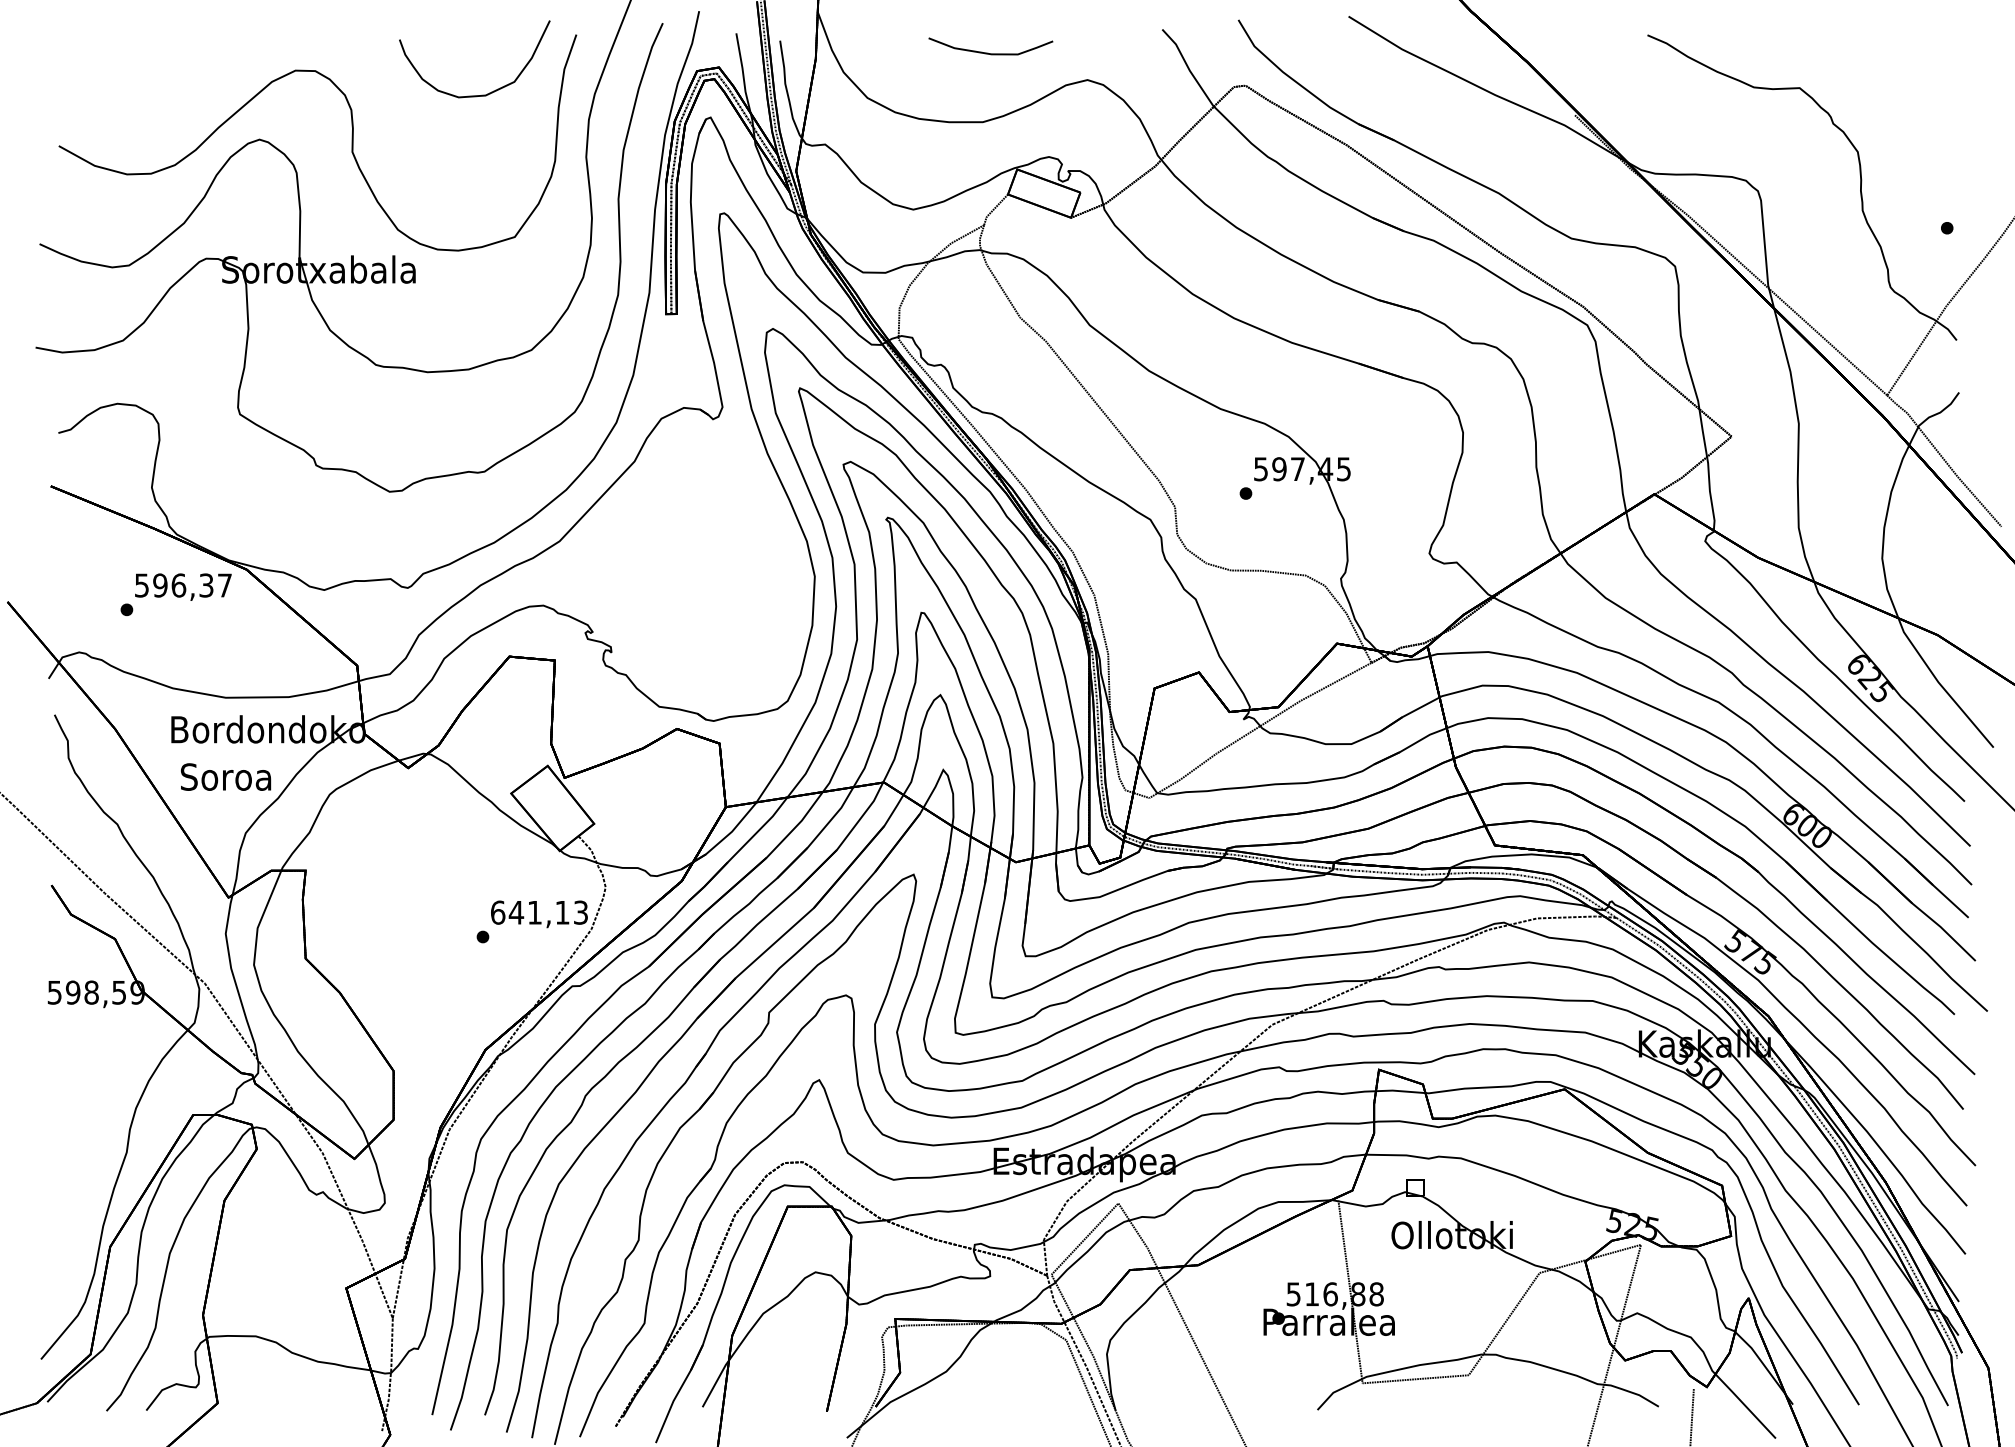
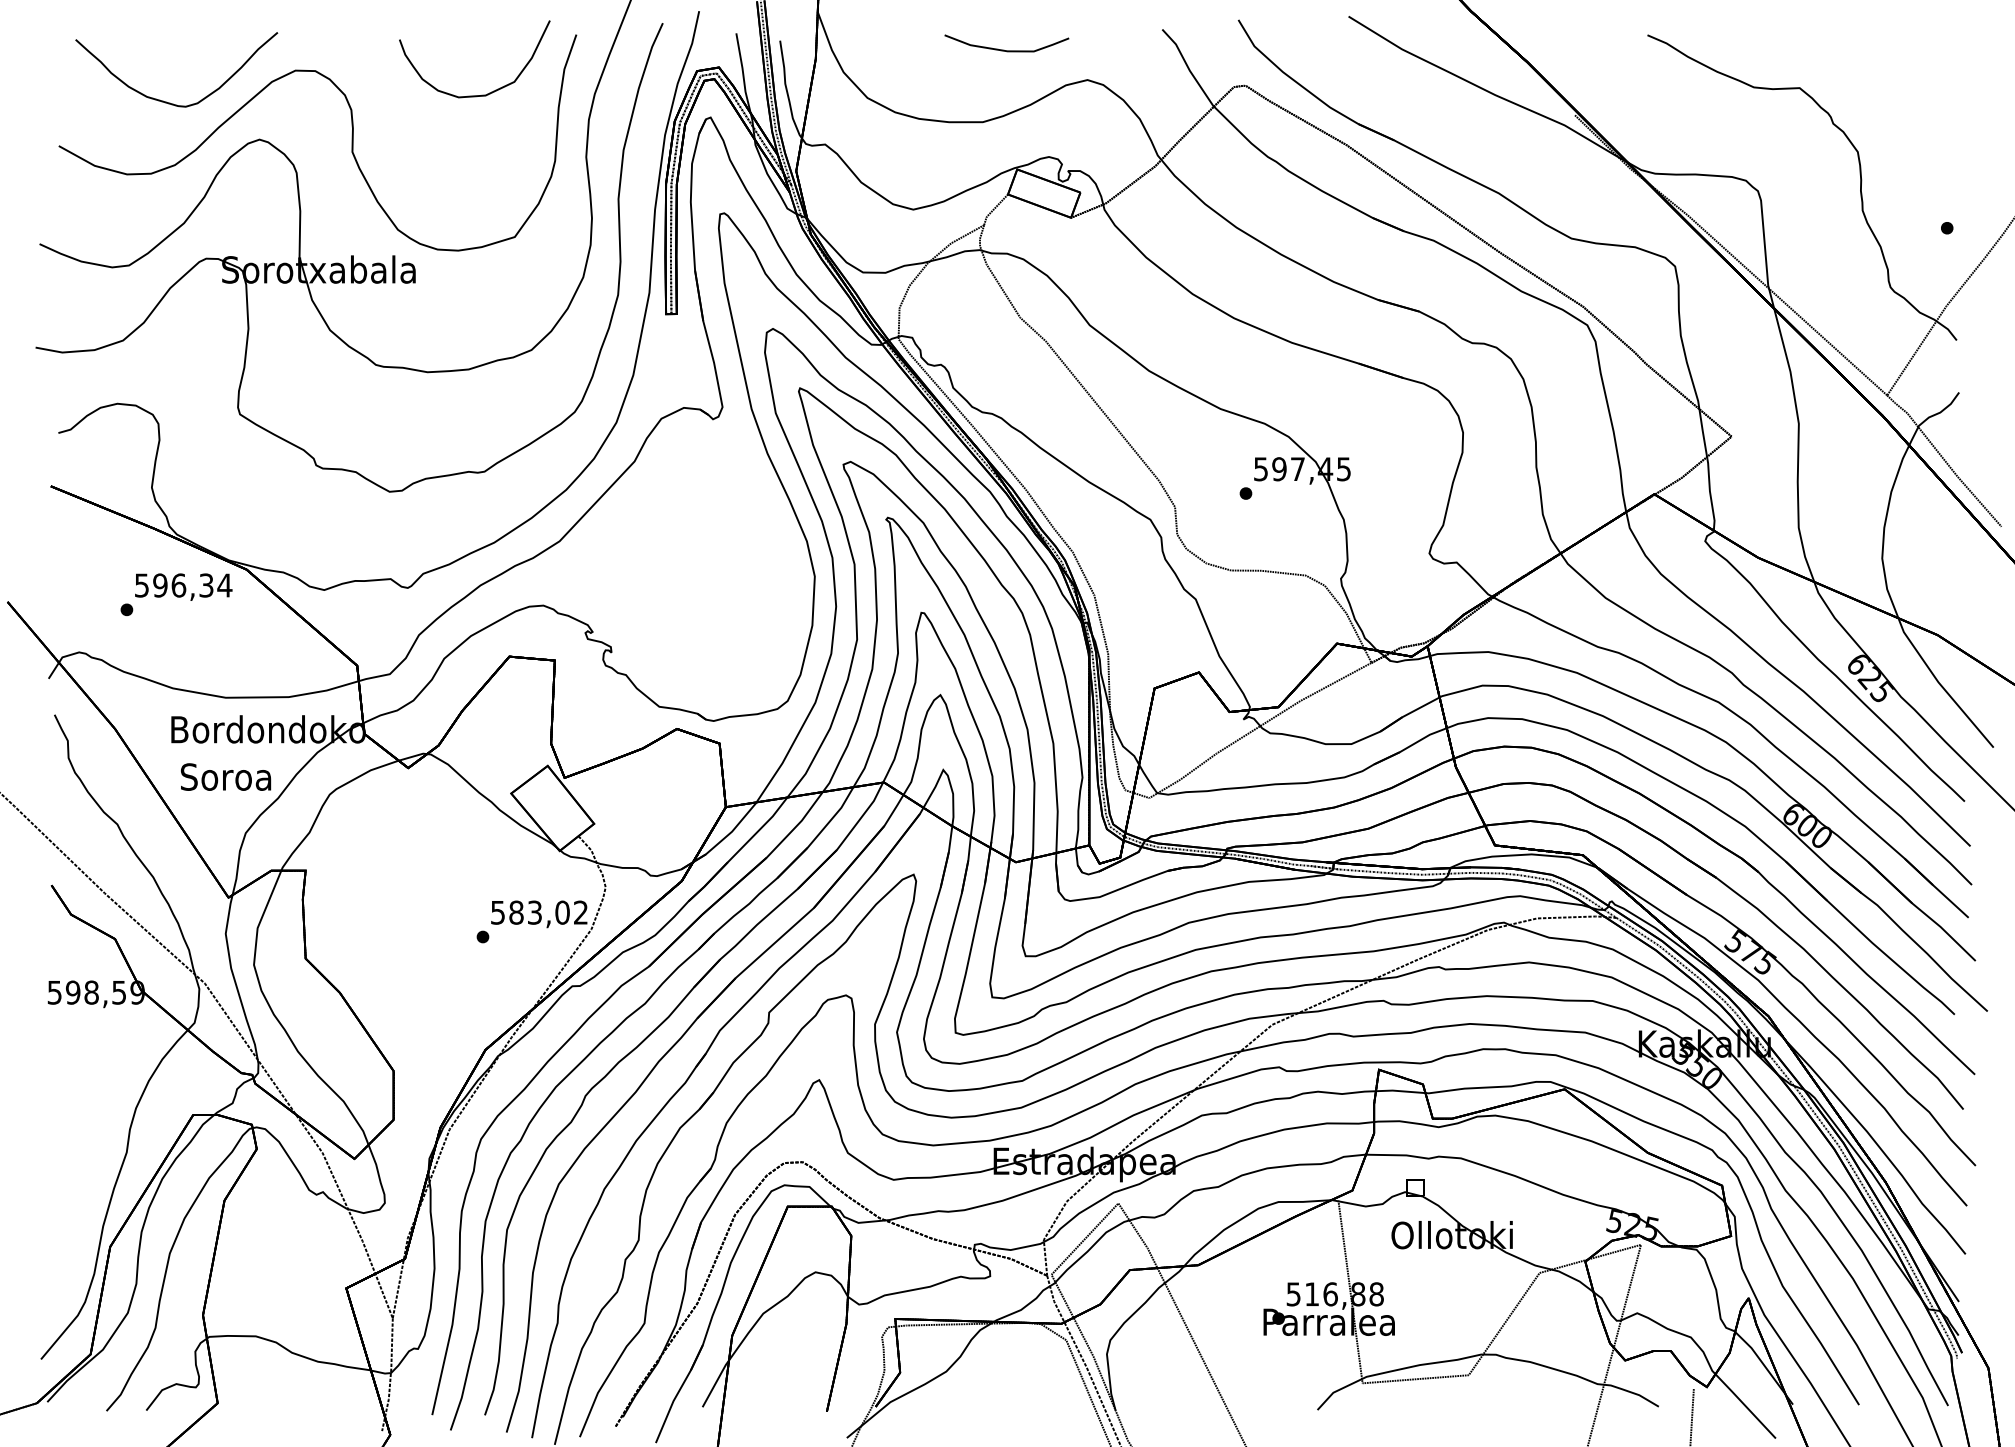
curve at (988, 52) position: (988, 52) -> (1004, 49)
curve at (166, 101): none -> present
text at (224, 585): 596,37 -> 596,34
text at (539, 912): 641,13 -> 583,02
